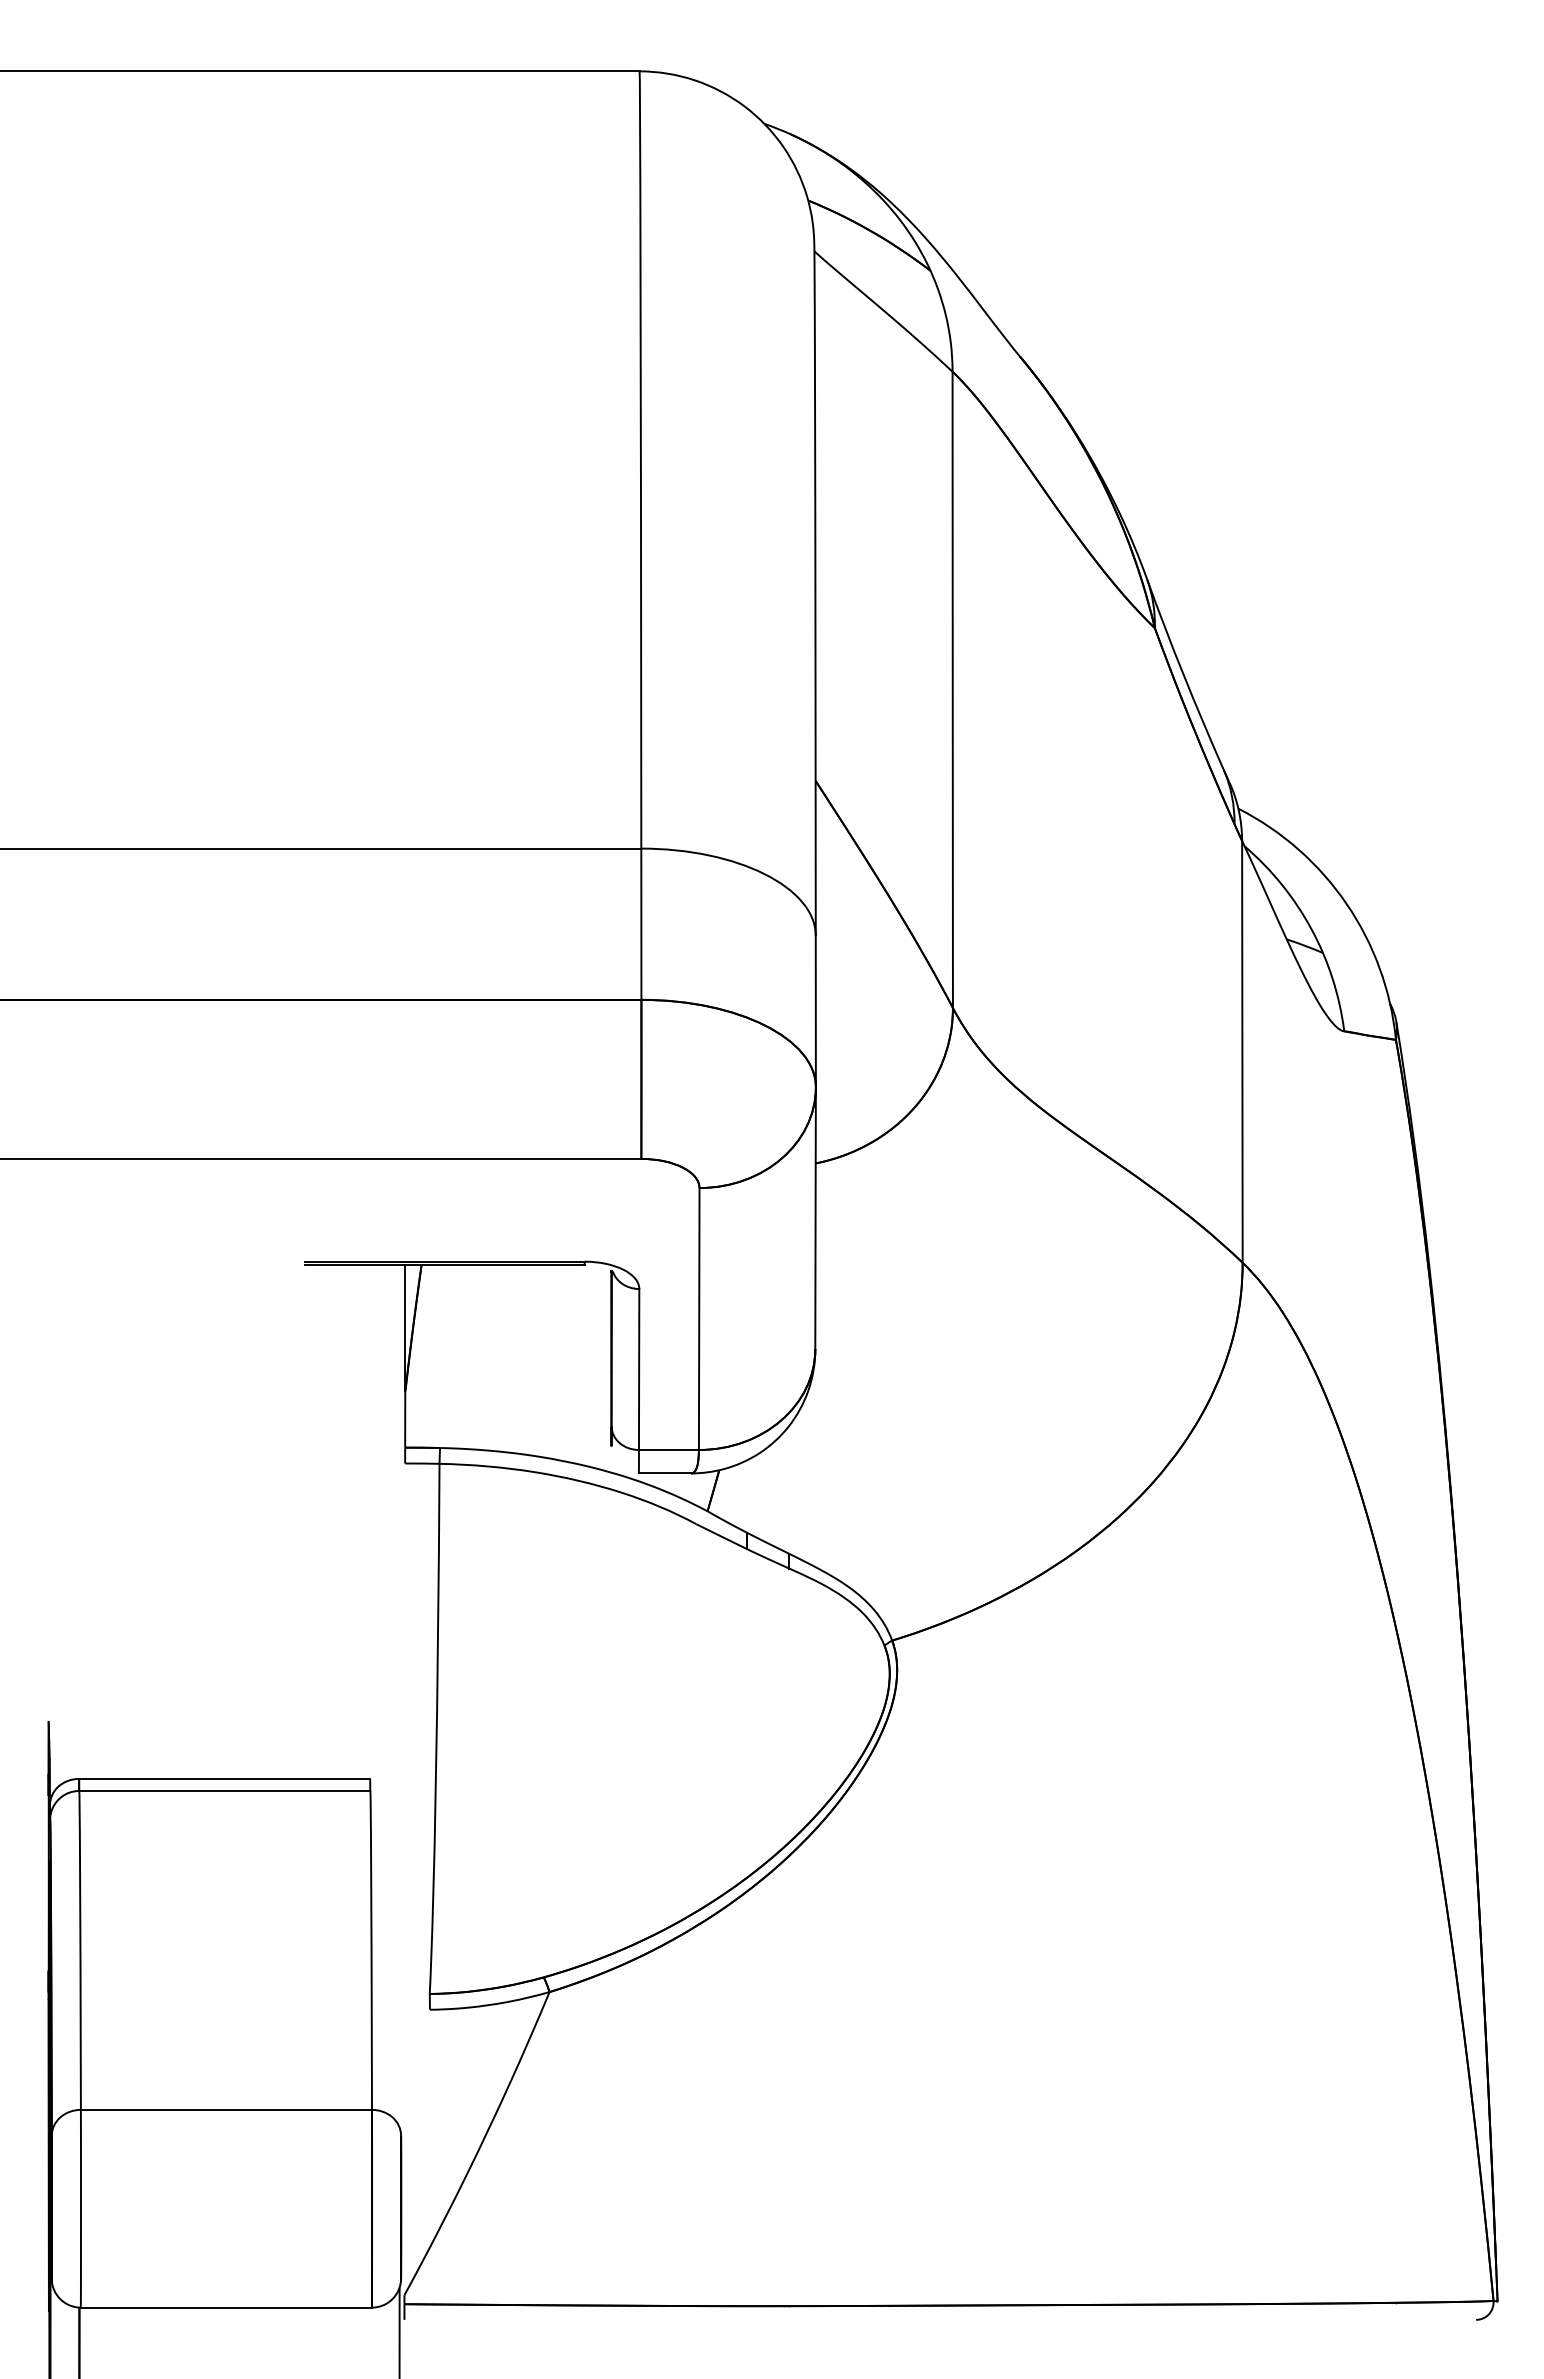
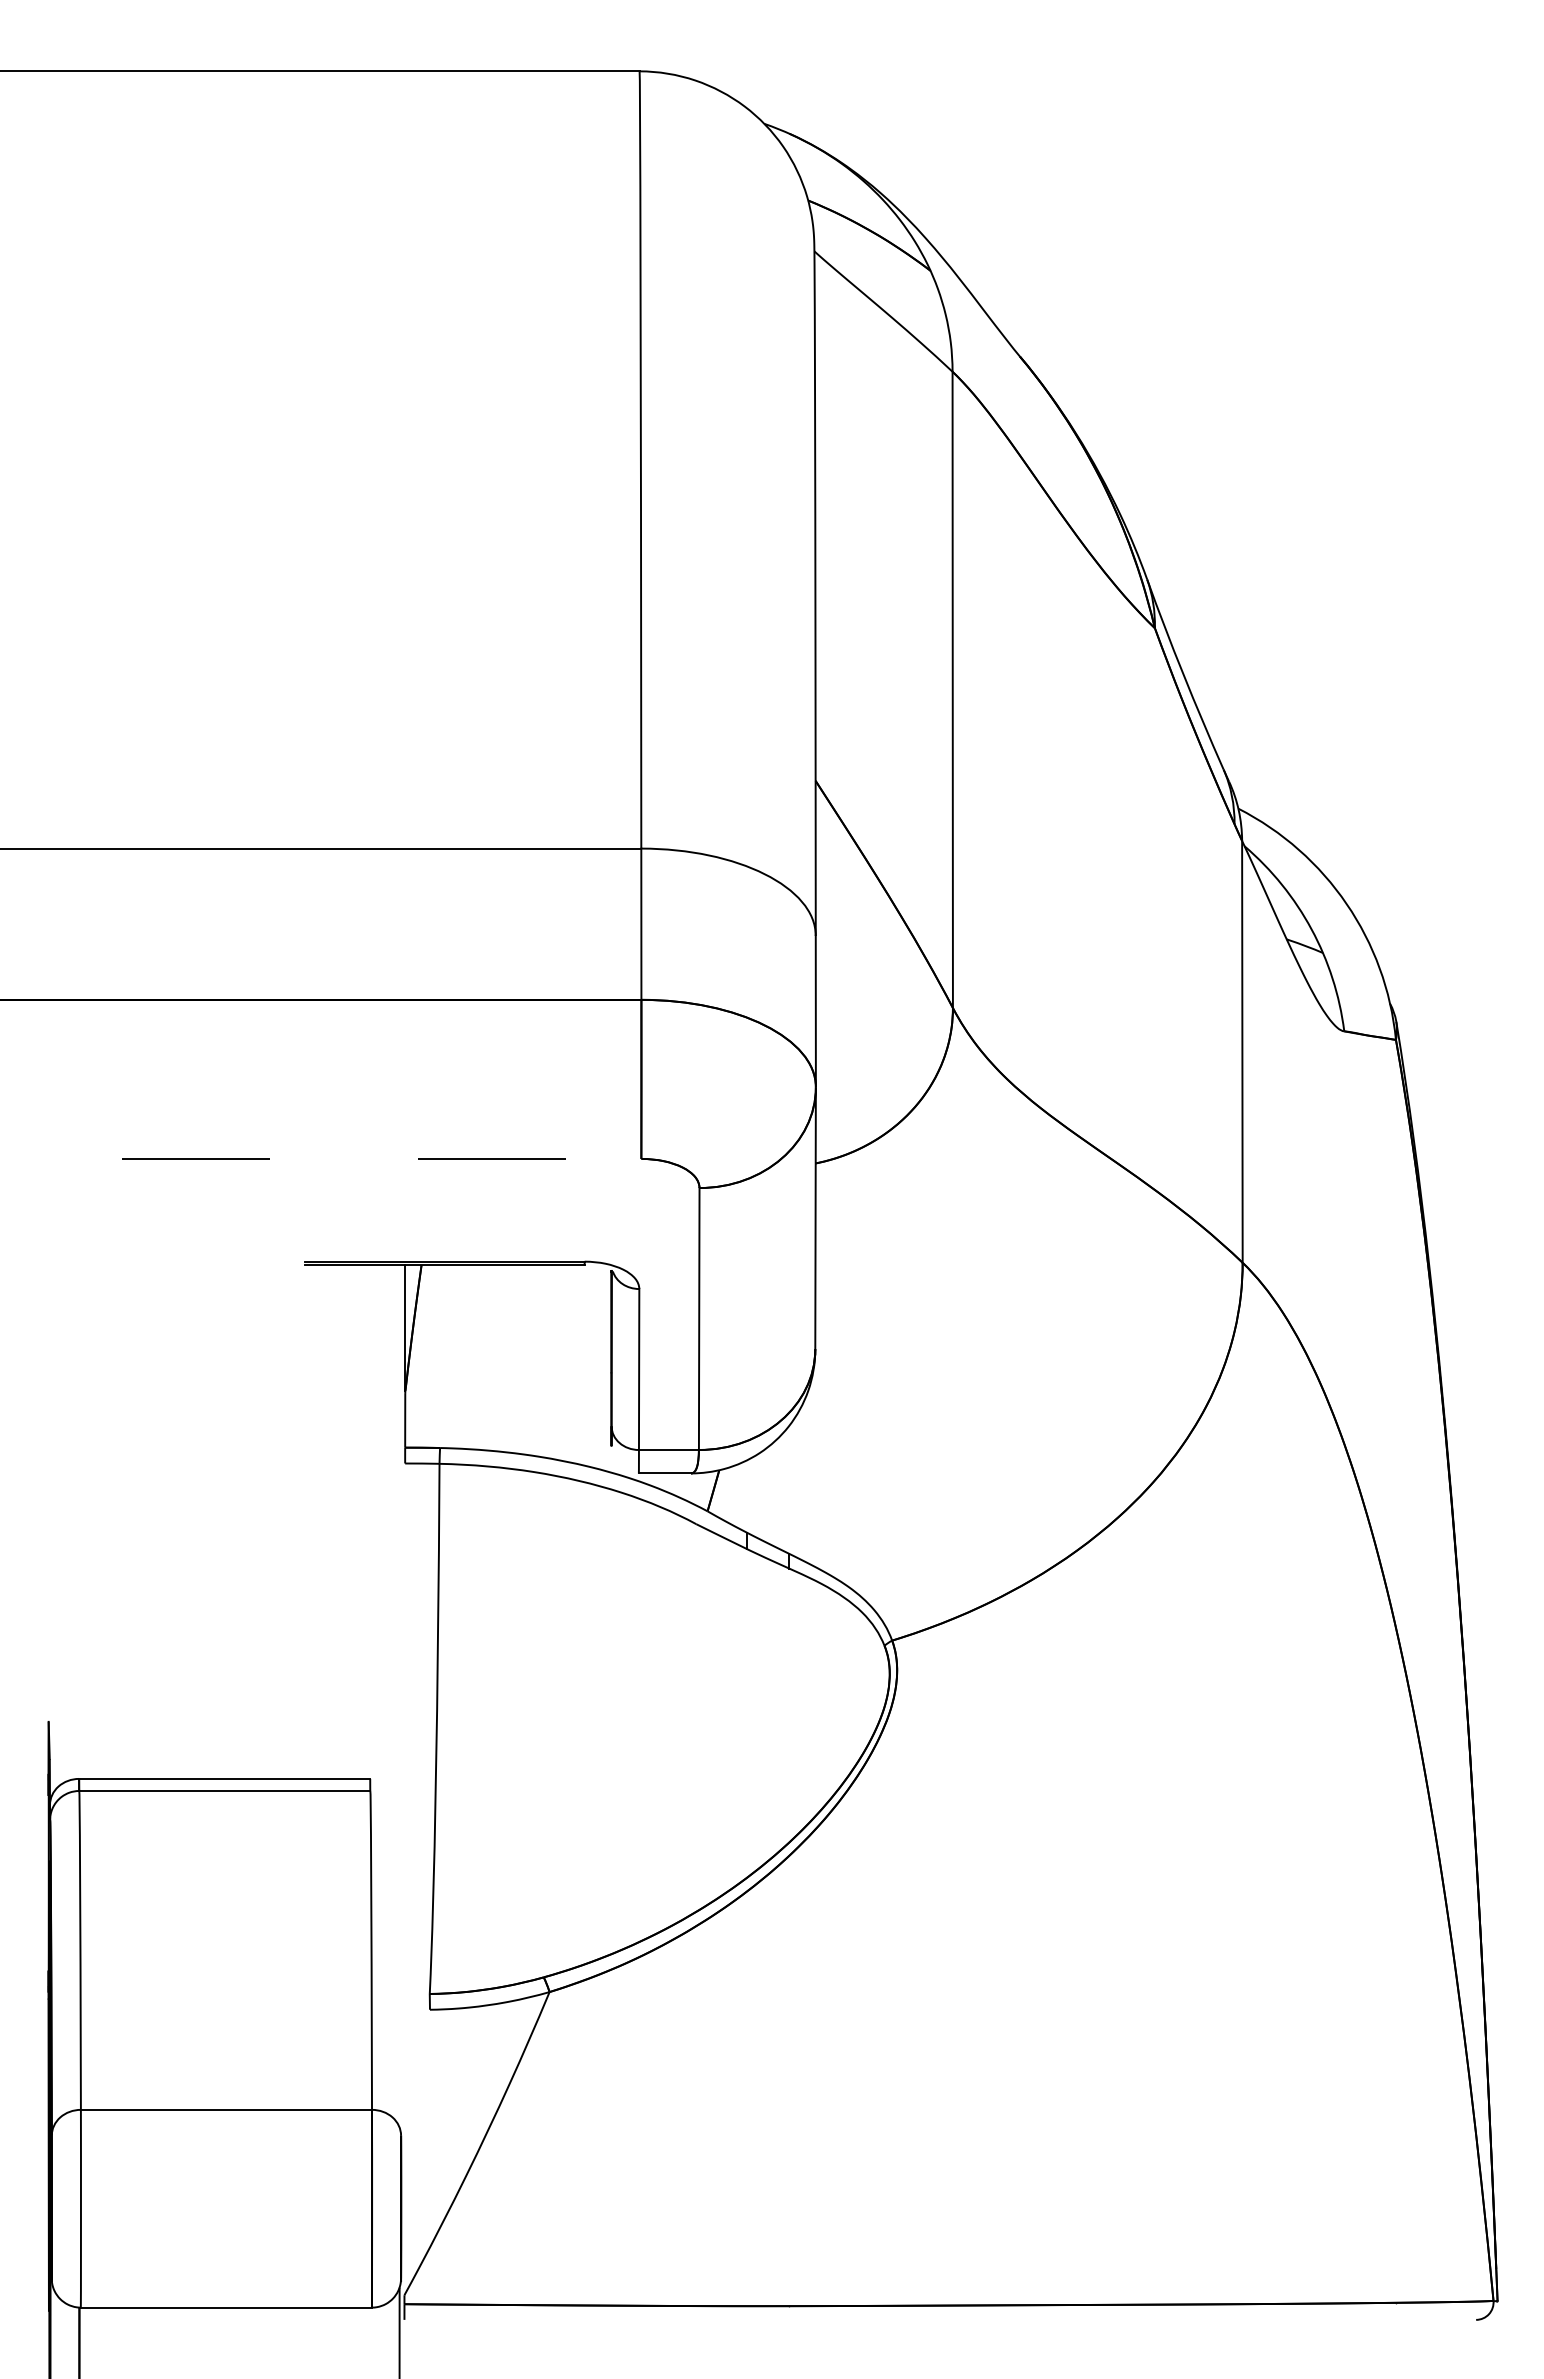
line at (320, 1158): solid -> dashed
